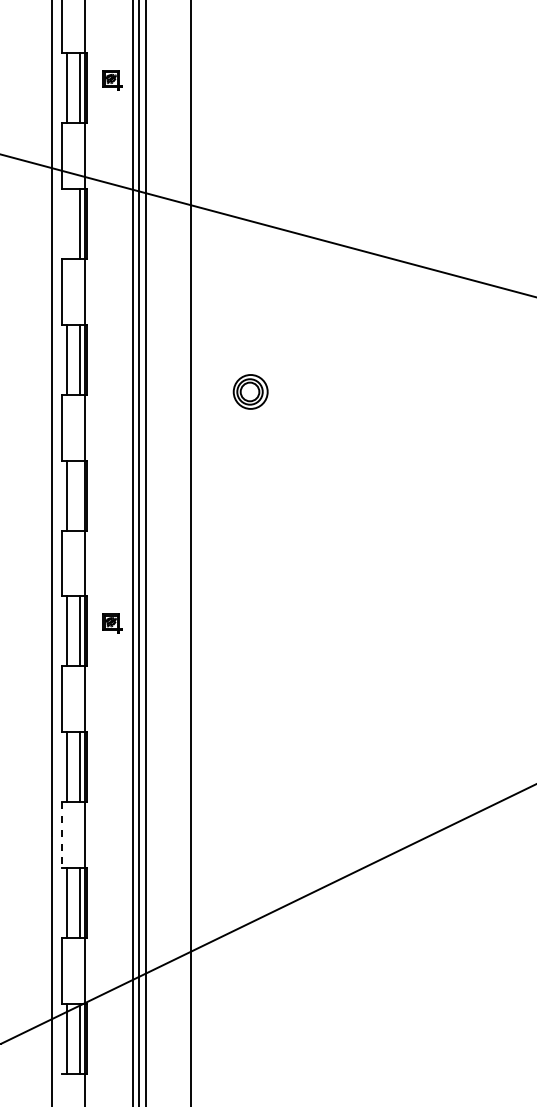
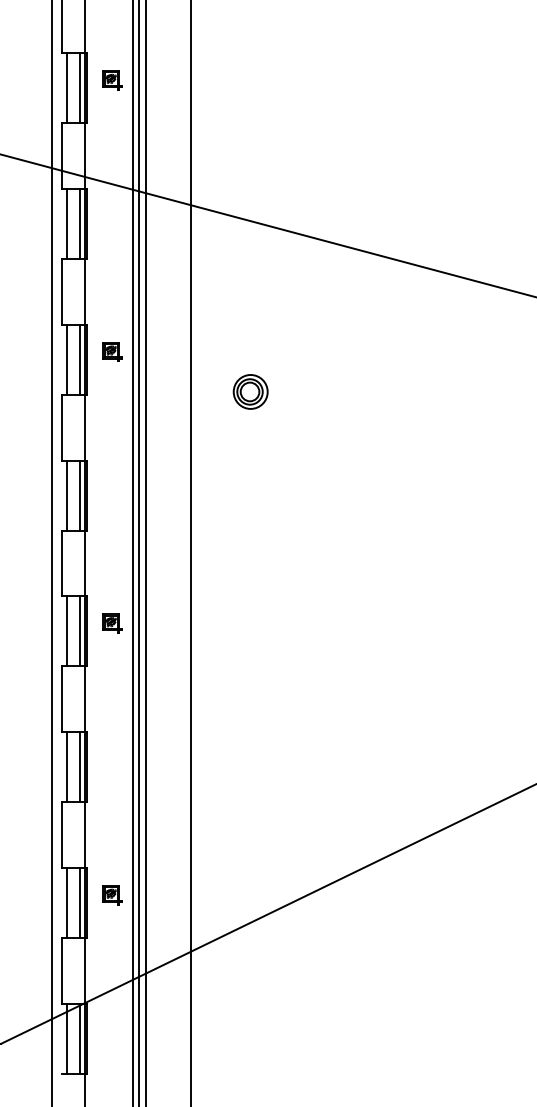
line at (66, 223): none -> present
part at (112, 351): none -> present
line at (79, 495): none -> present
line at (61, 835): dashed -> solid
part at (112, 895): none -> present
